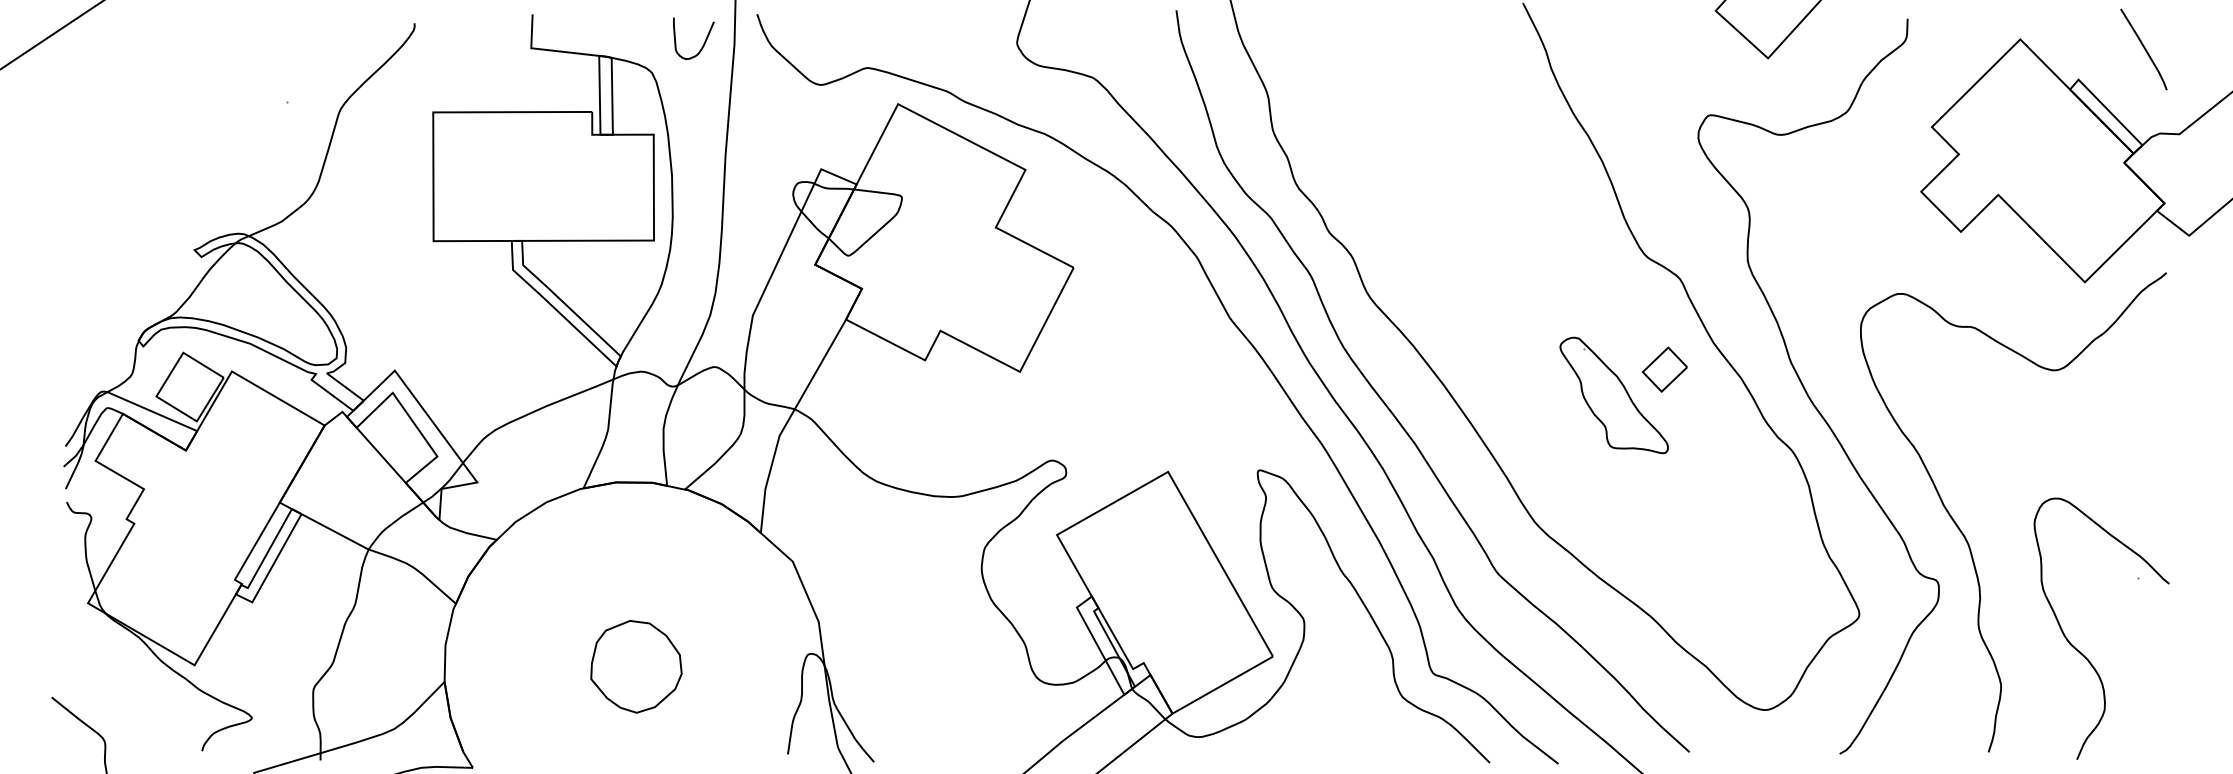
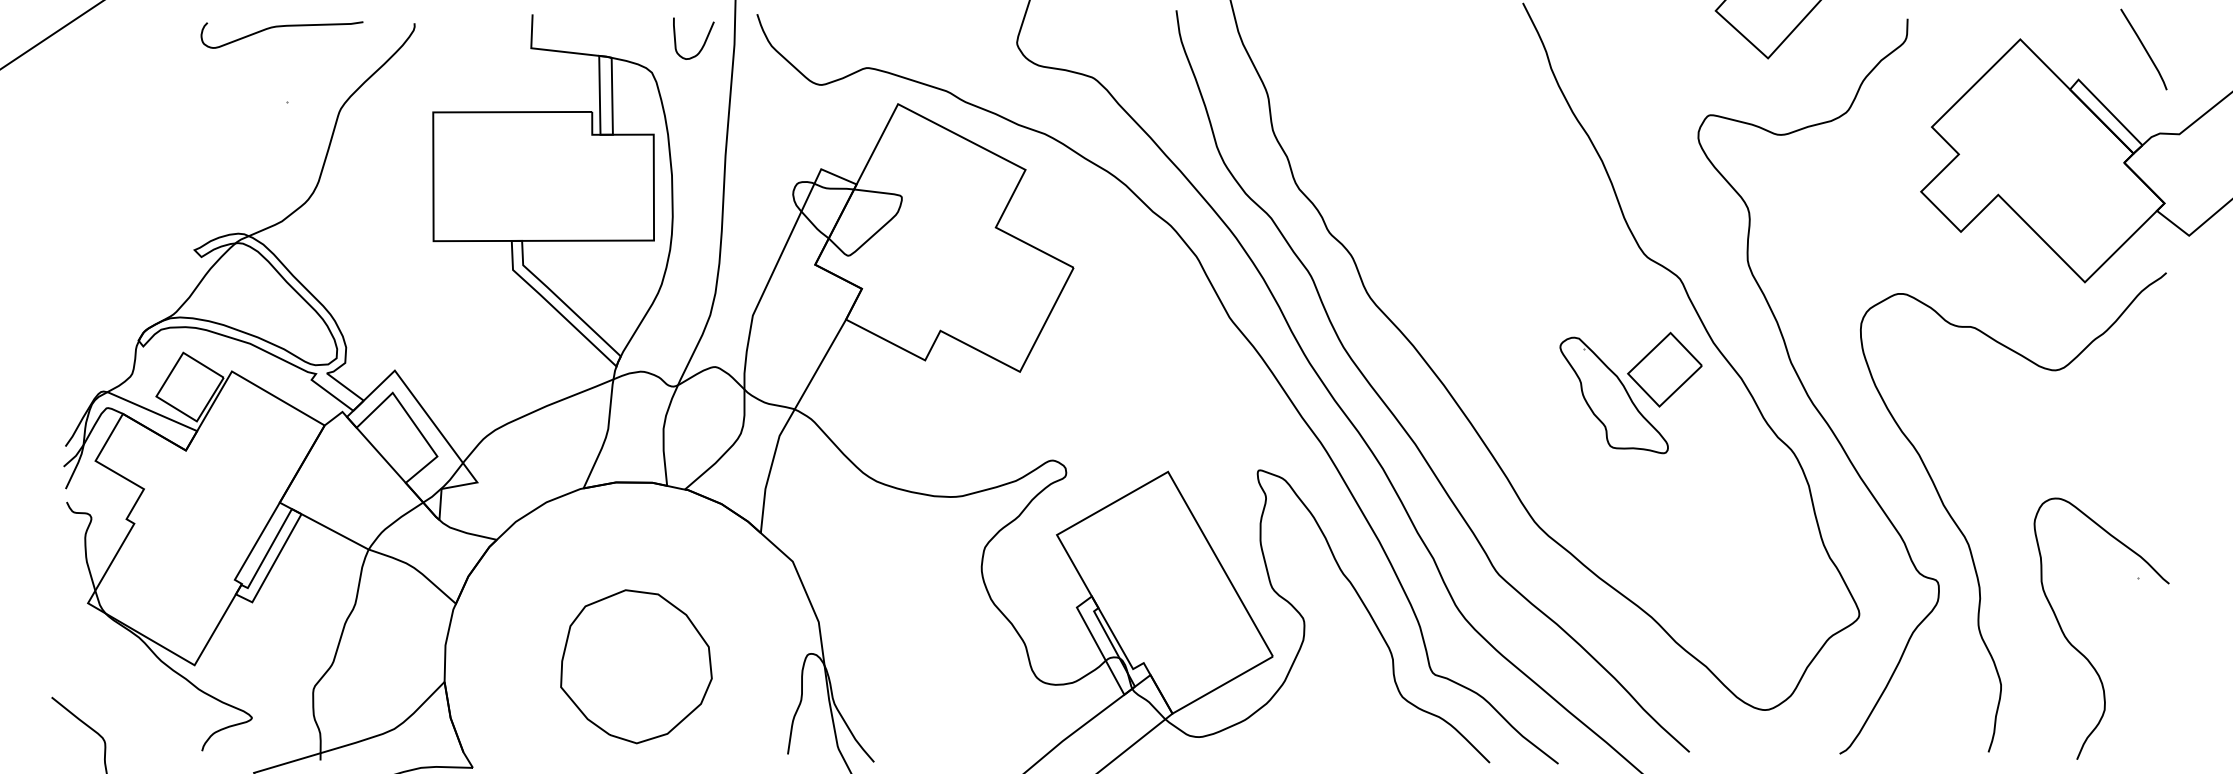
curve at (281, 27): none -> present
part at (1664, 369) size: 47x47 px -> 76x77 px
part at (636, 666) size: 93x94 px -> 153x156 px
